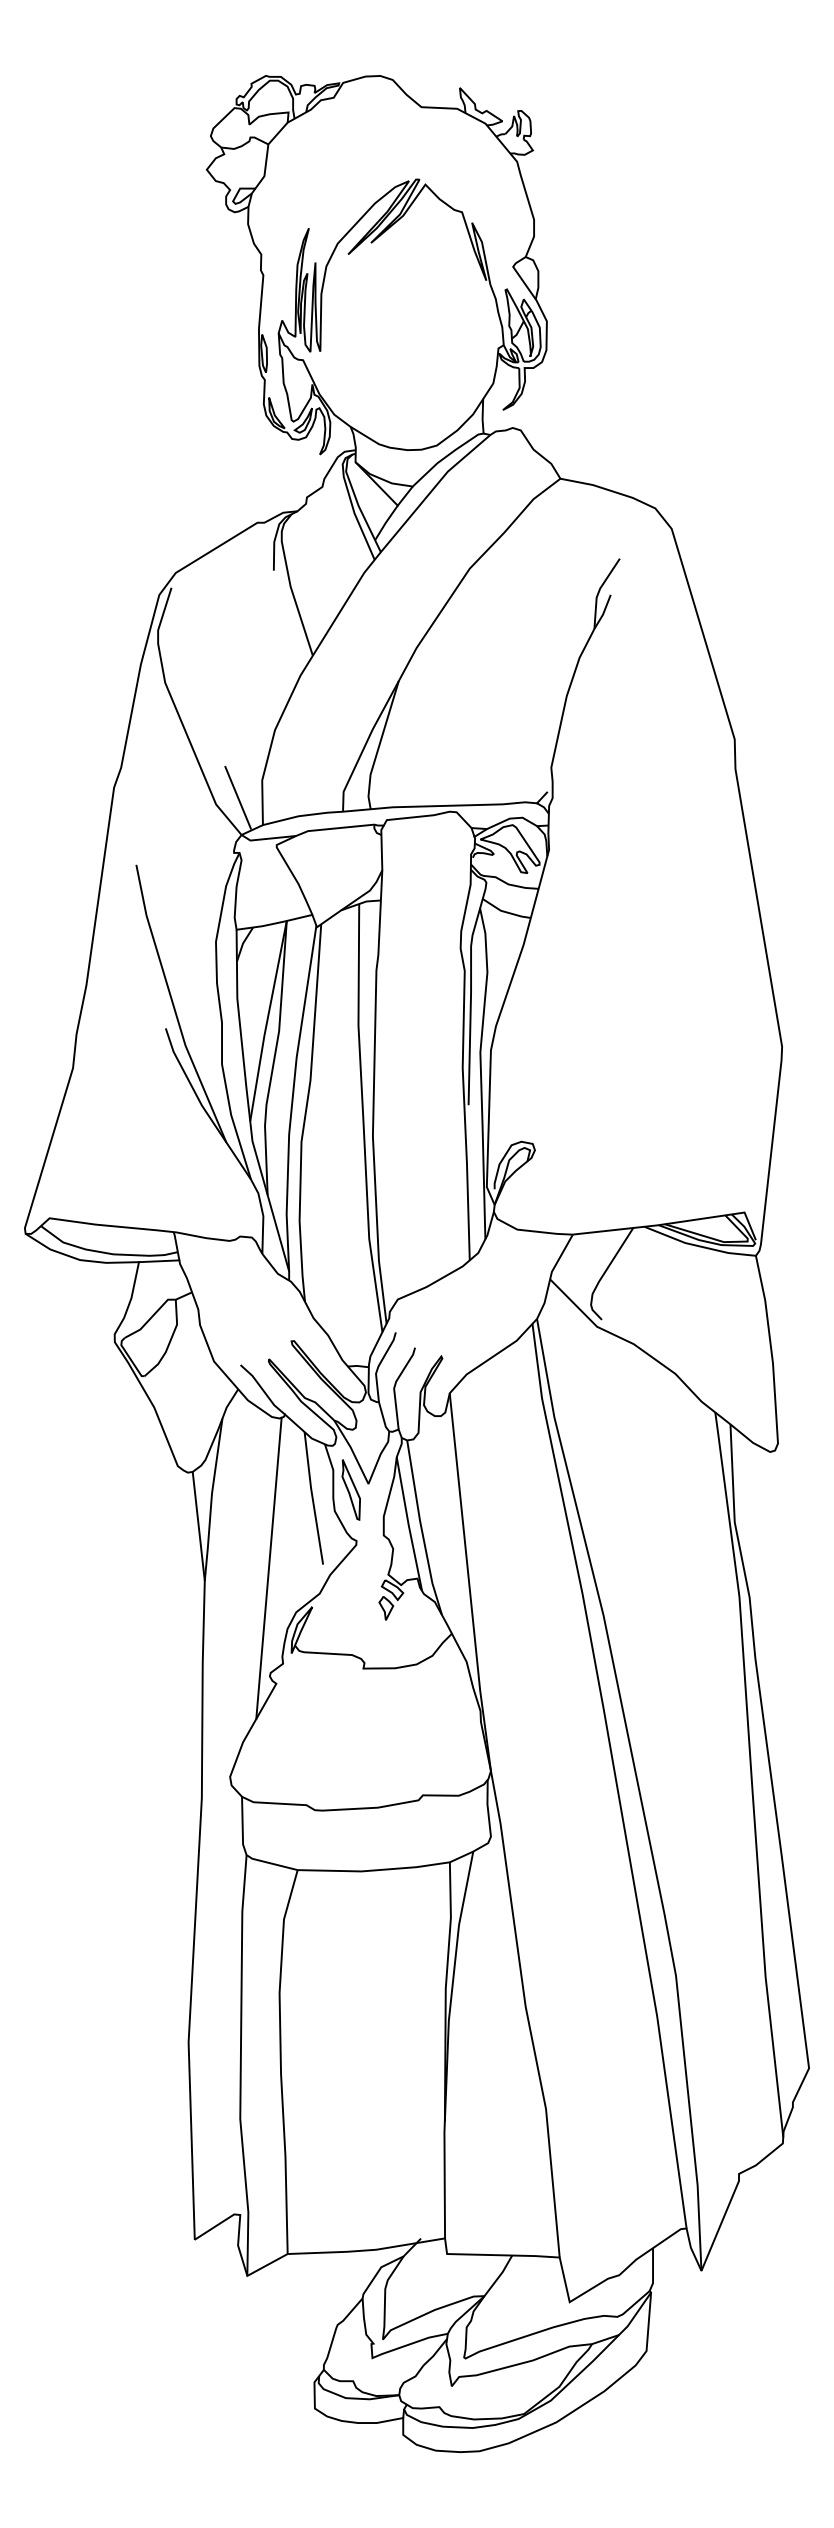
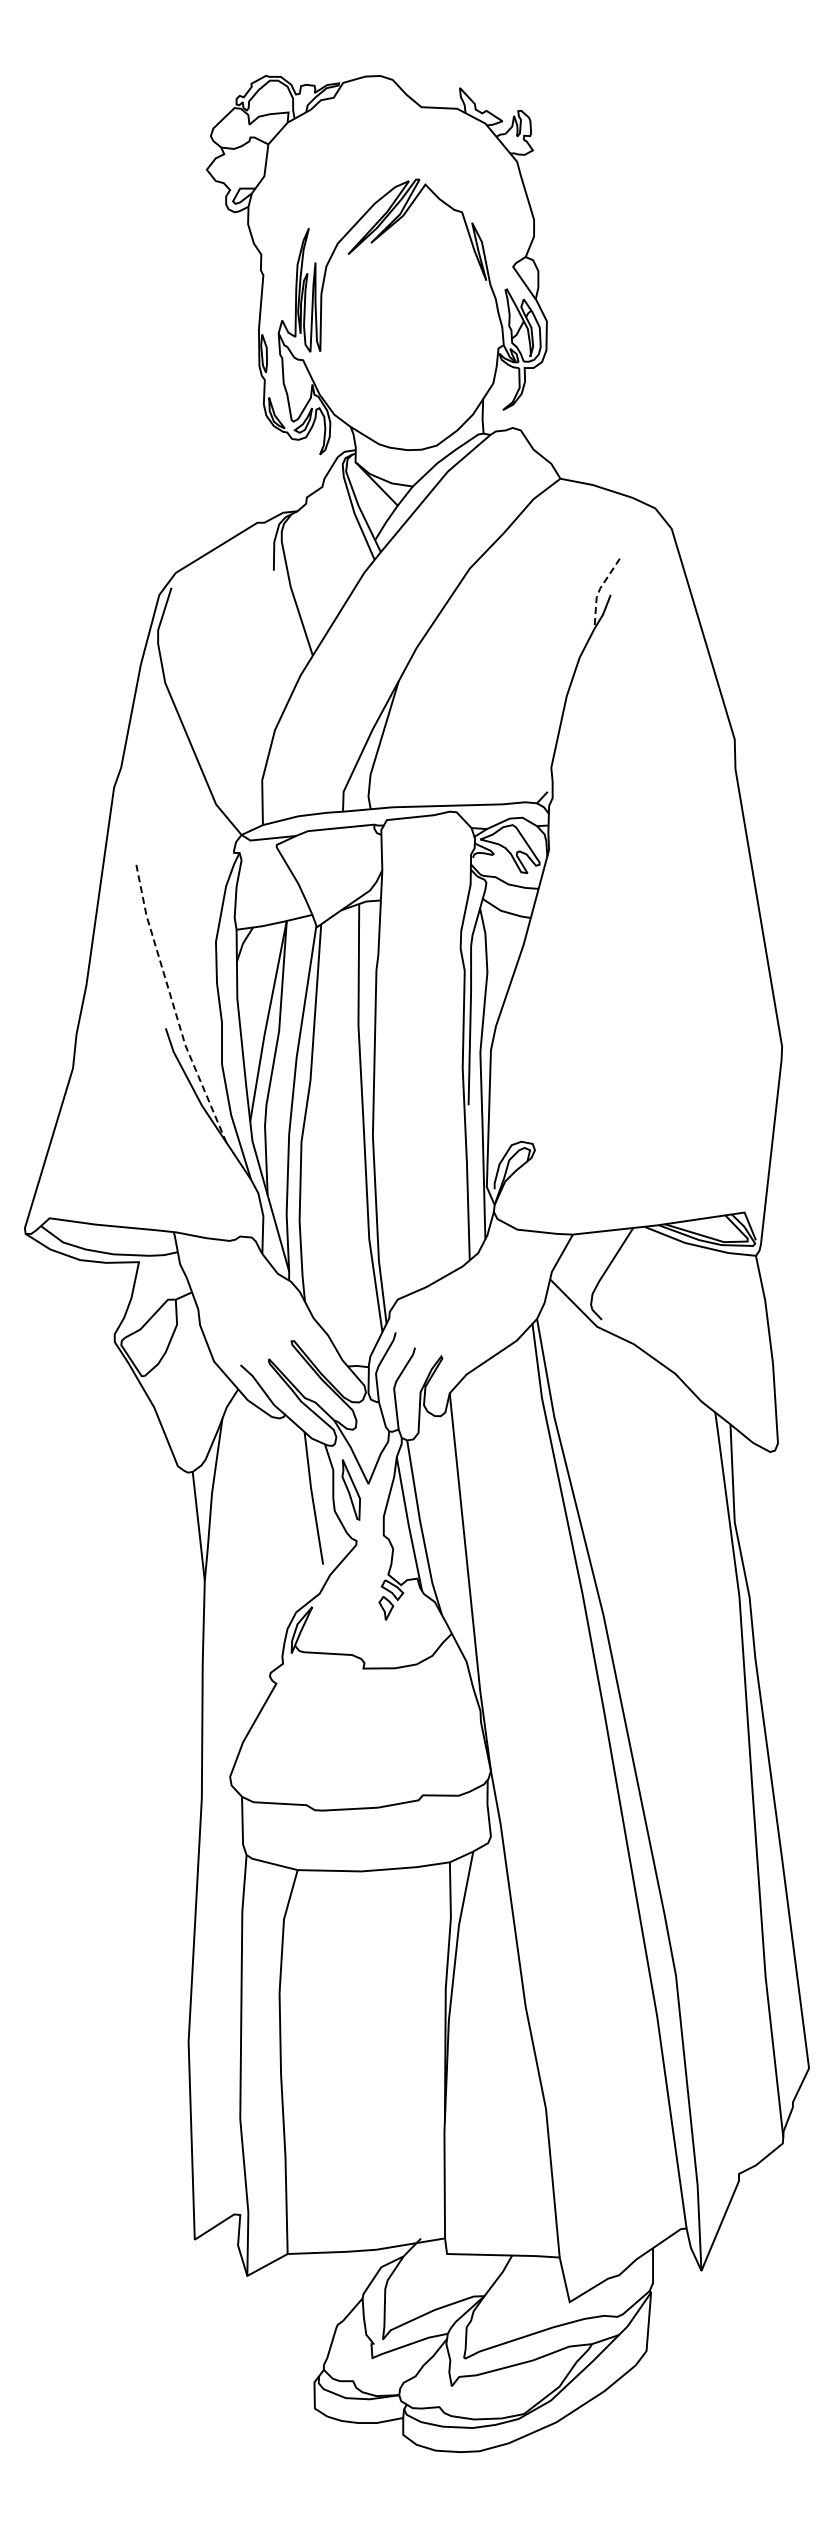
line at (599, 591): solid -> dashed
line at (237, 797): present -> none
line at (173, 1006): solid -> dashed
line at (159, 1261): present -> none
line at (268, 1567): present -> none
